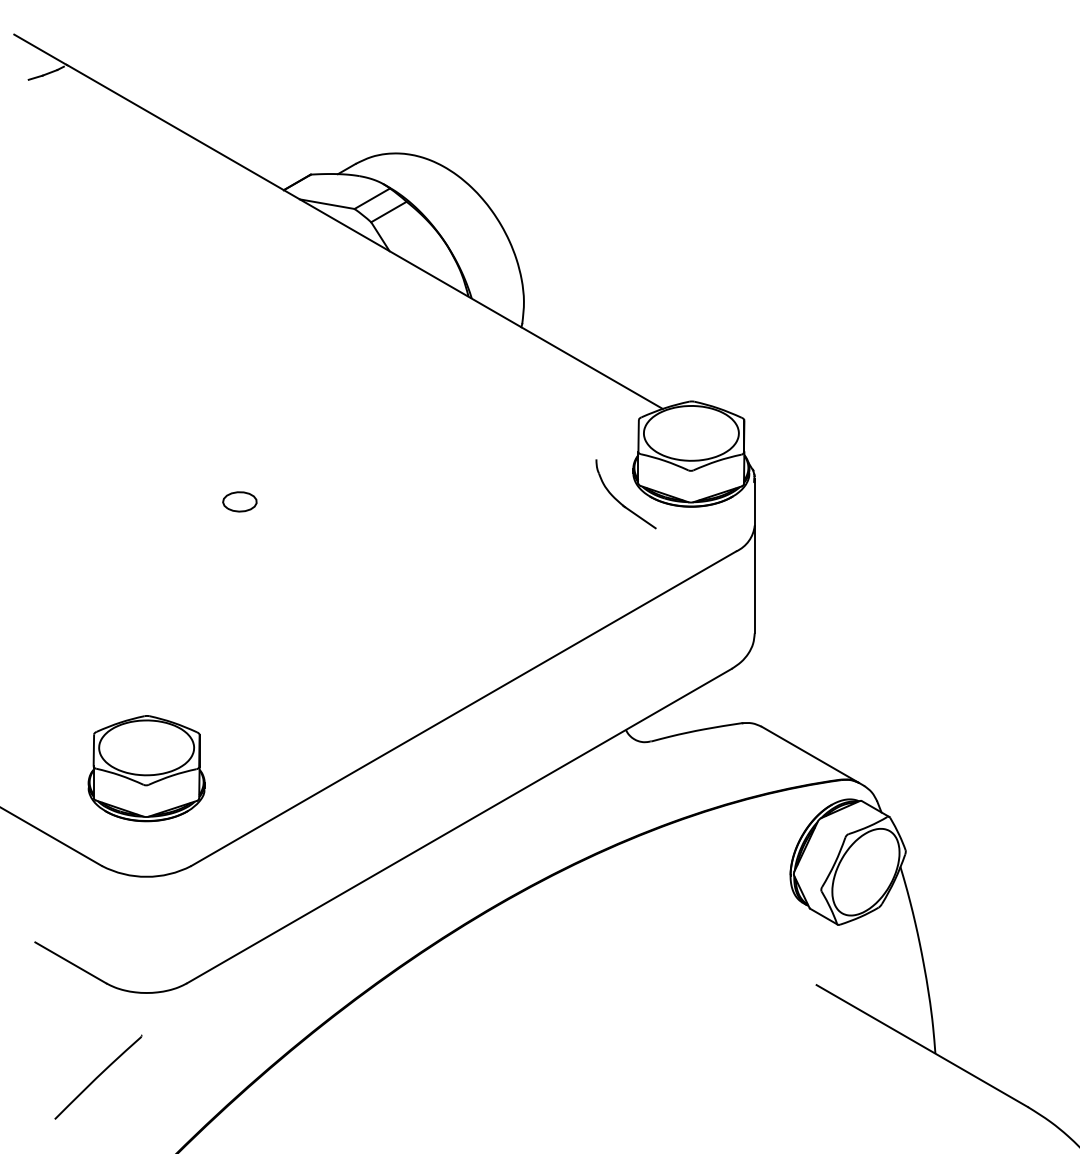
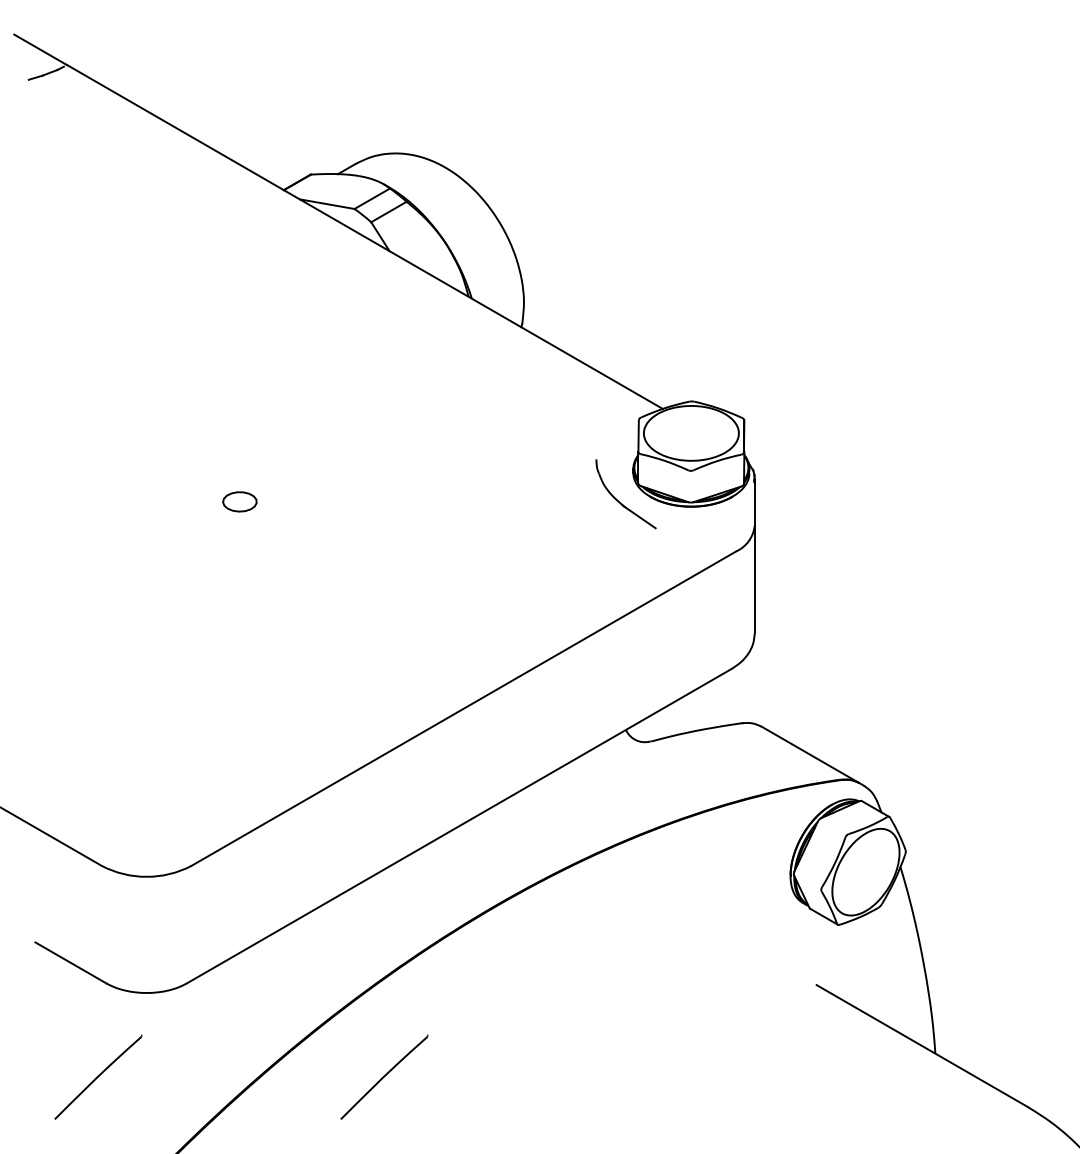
part at (146, 768): present -> none
part at (384, 1076): none -> present
